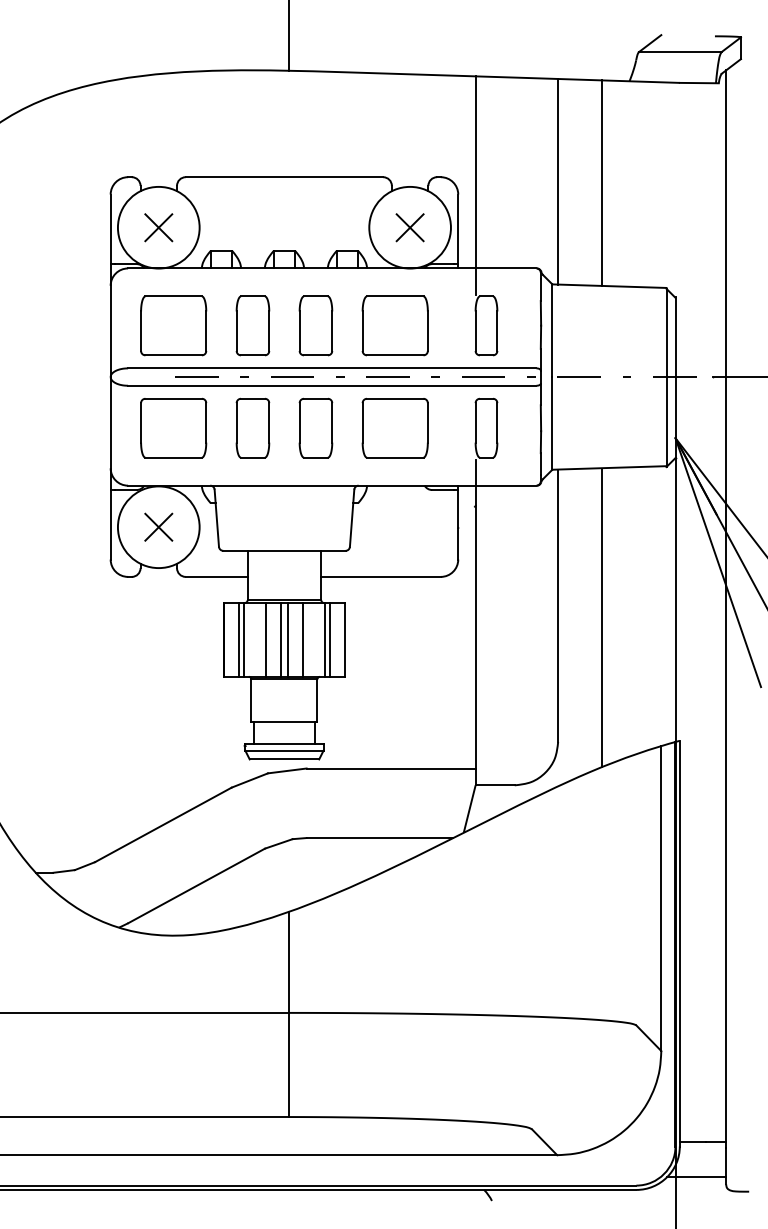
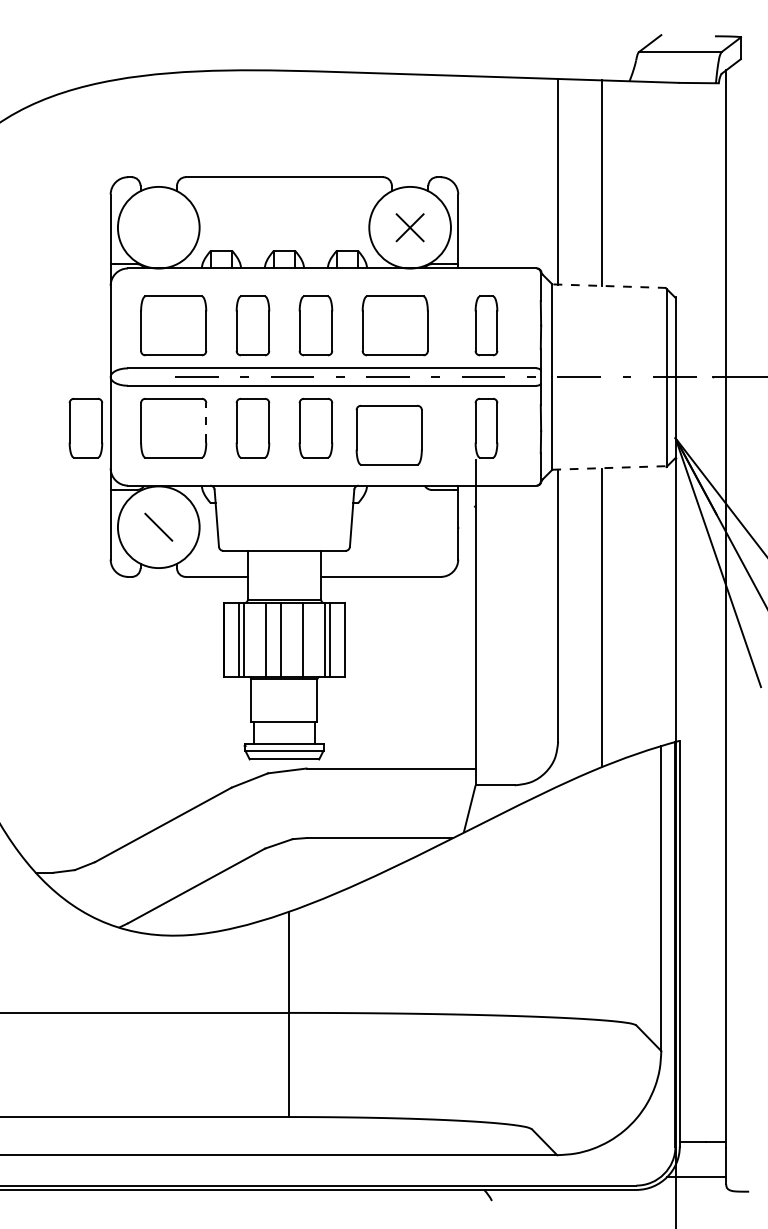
line at (289, 36): present -> none
line at (475, 185): present -> none
part at (158, 227): present -> none
line at (608, 286): solid -> dashed
line at (206, 422): solid -> dashed
part at (85, 427): none -> present
part at (394, 427) position: (394, 427) -> (388, 434)
line at (609, 467): solid -> dashed
line at (158, 526): present -> none
line at (288, 639): present -> none
